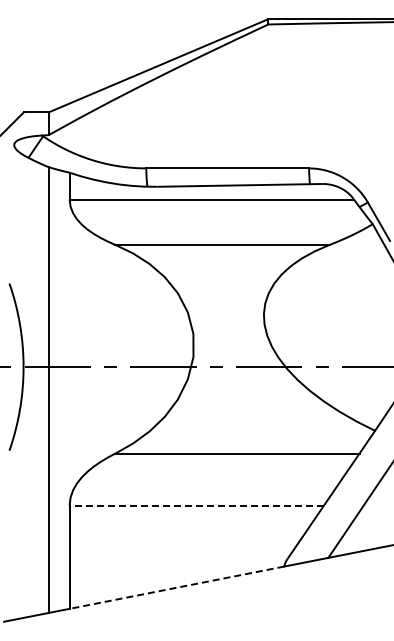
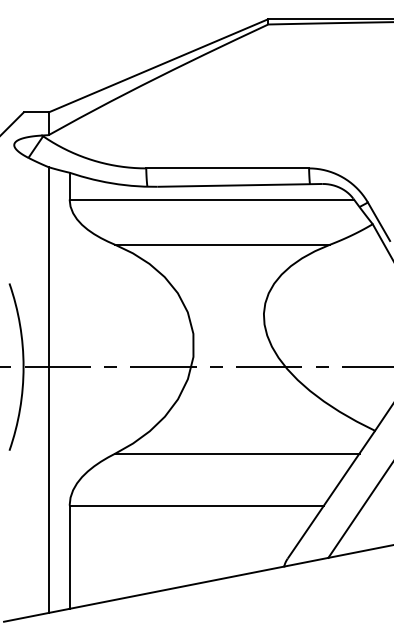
line at (196, 505): dashed -> solid
line at (176, 587): dashed -> solid
